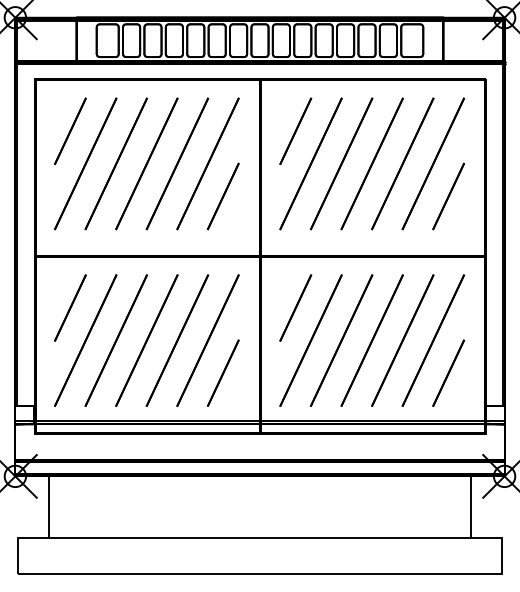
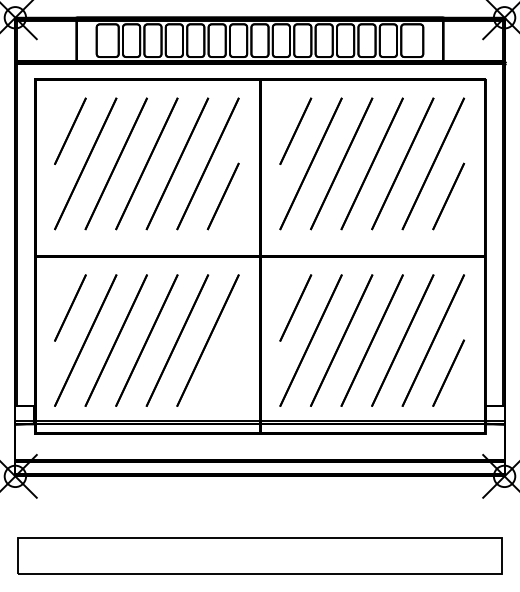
line at (222, 372): present -> none
line at (49, 506): present -> none
line at (470, 506): present -> none
